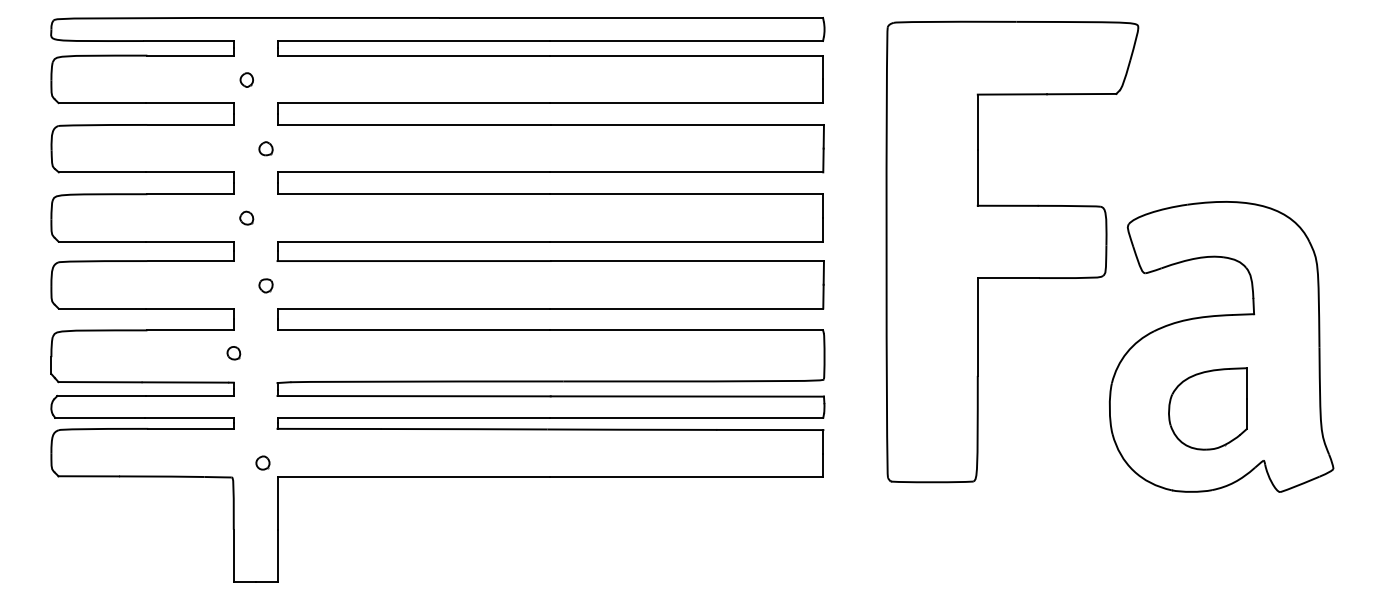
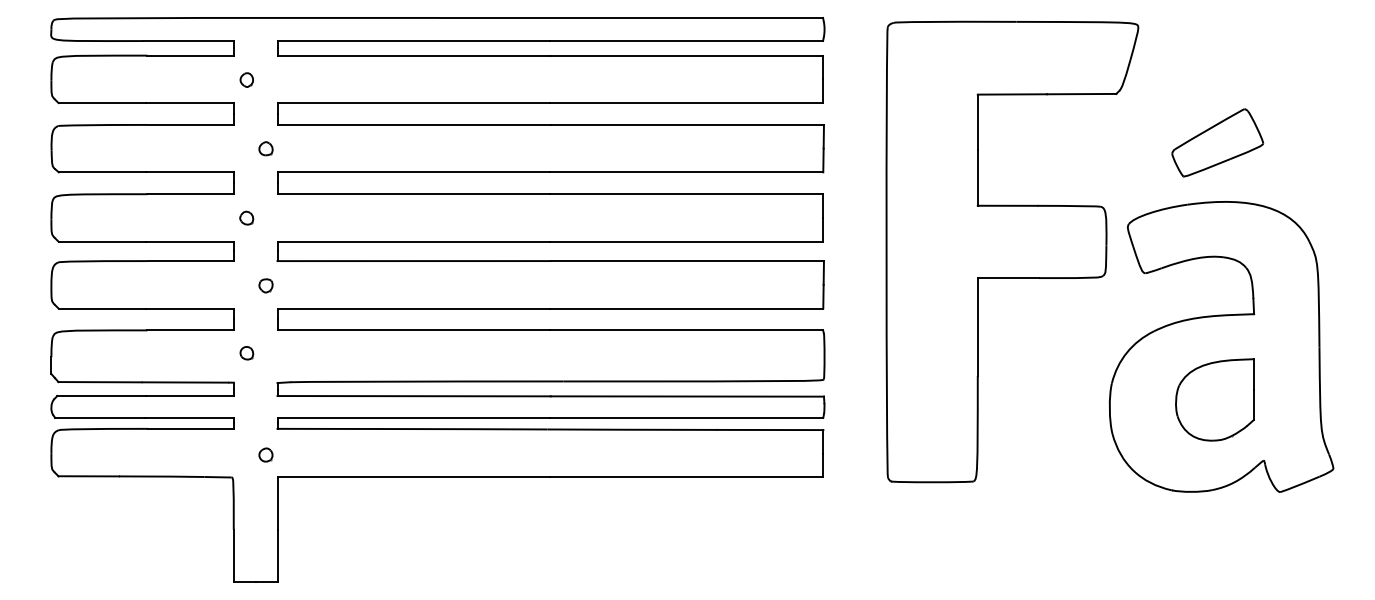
part at (1217, 142): none -> present
part at (233, 353) position: (233, 353) -> (246, 353)
part at (1207, 408) position: (1207, 408) -> (1214, 399)
part at (262, 462) position: (262, 462) -> (265, 454)
